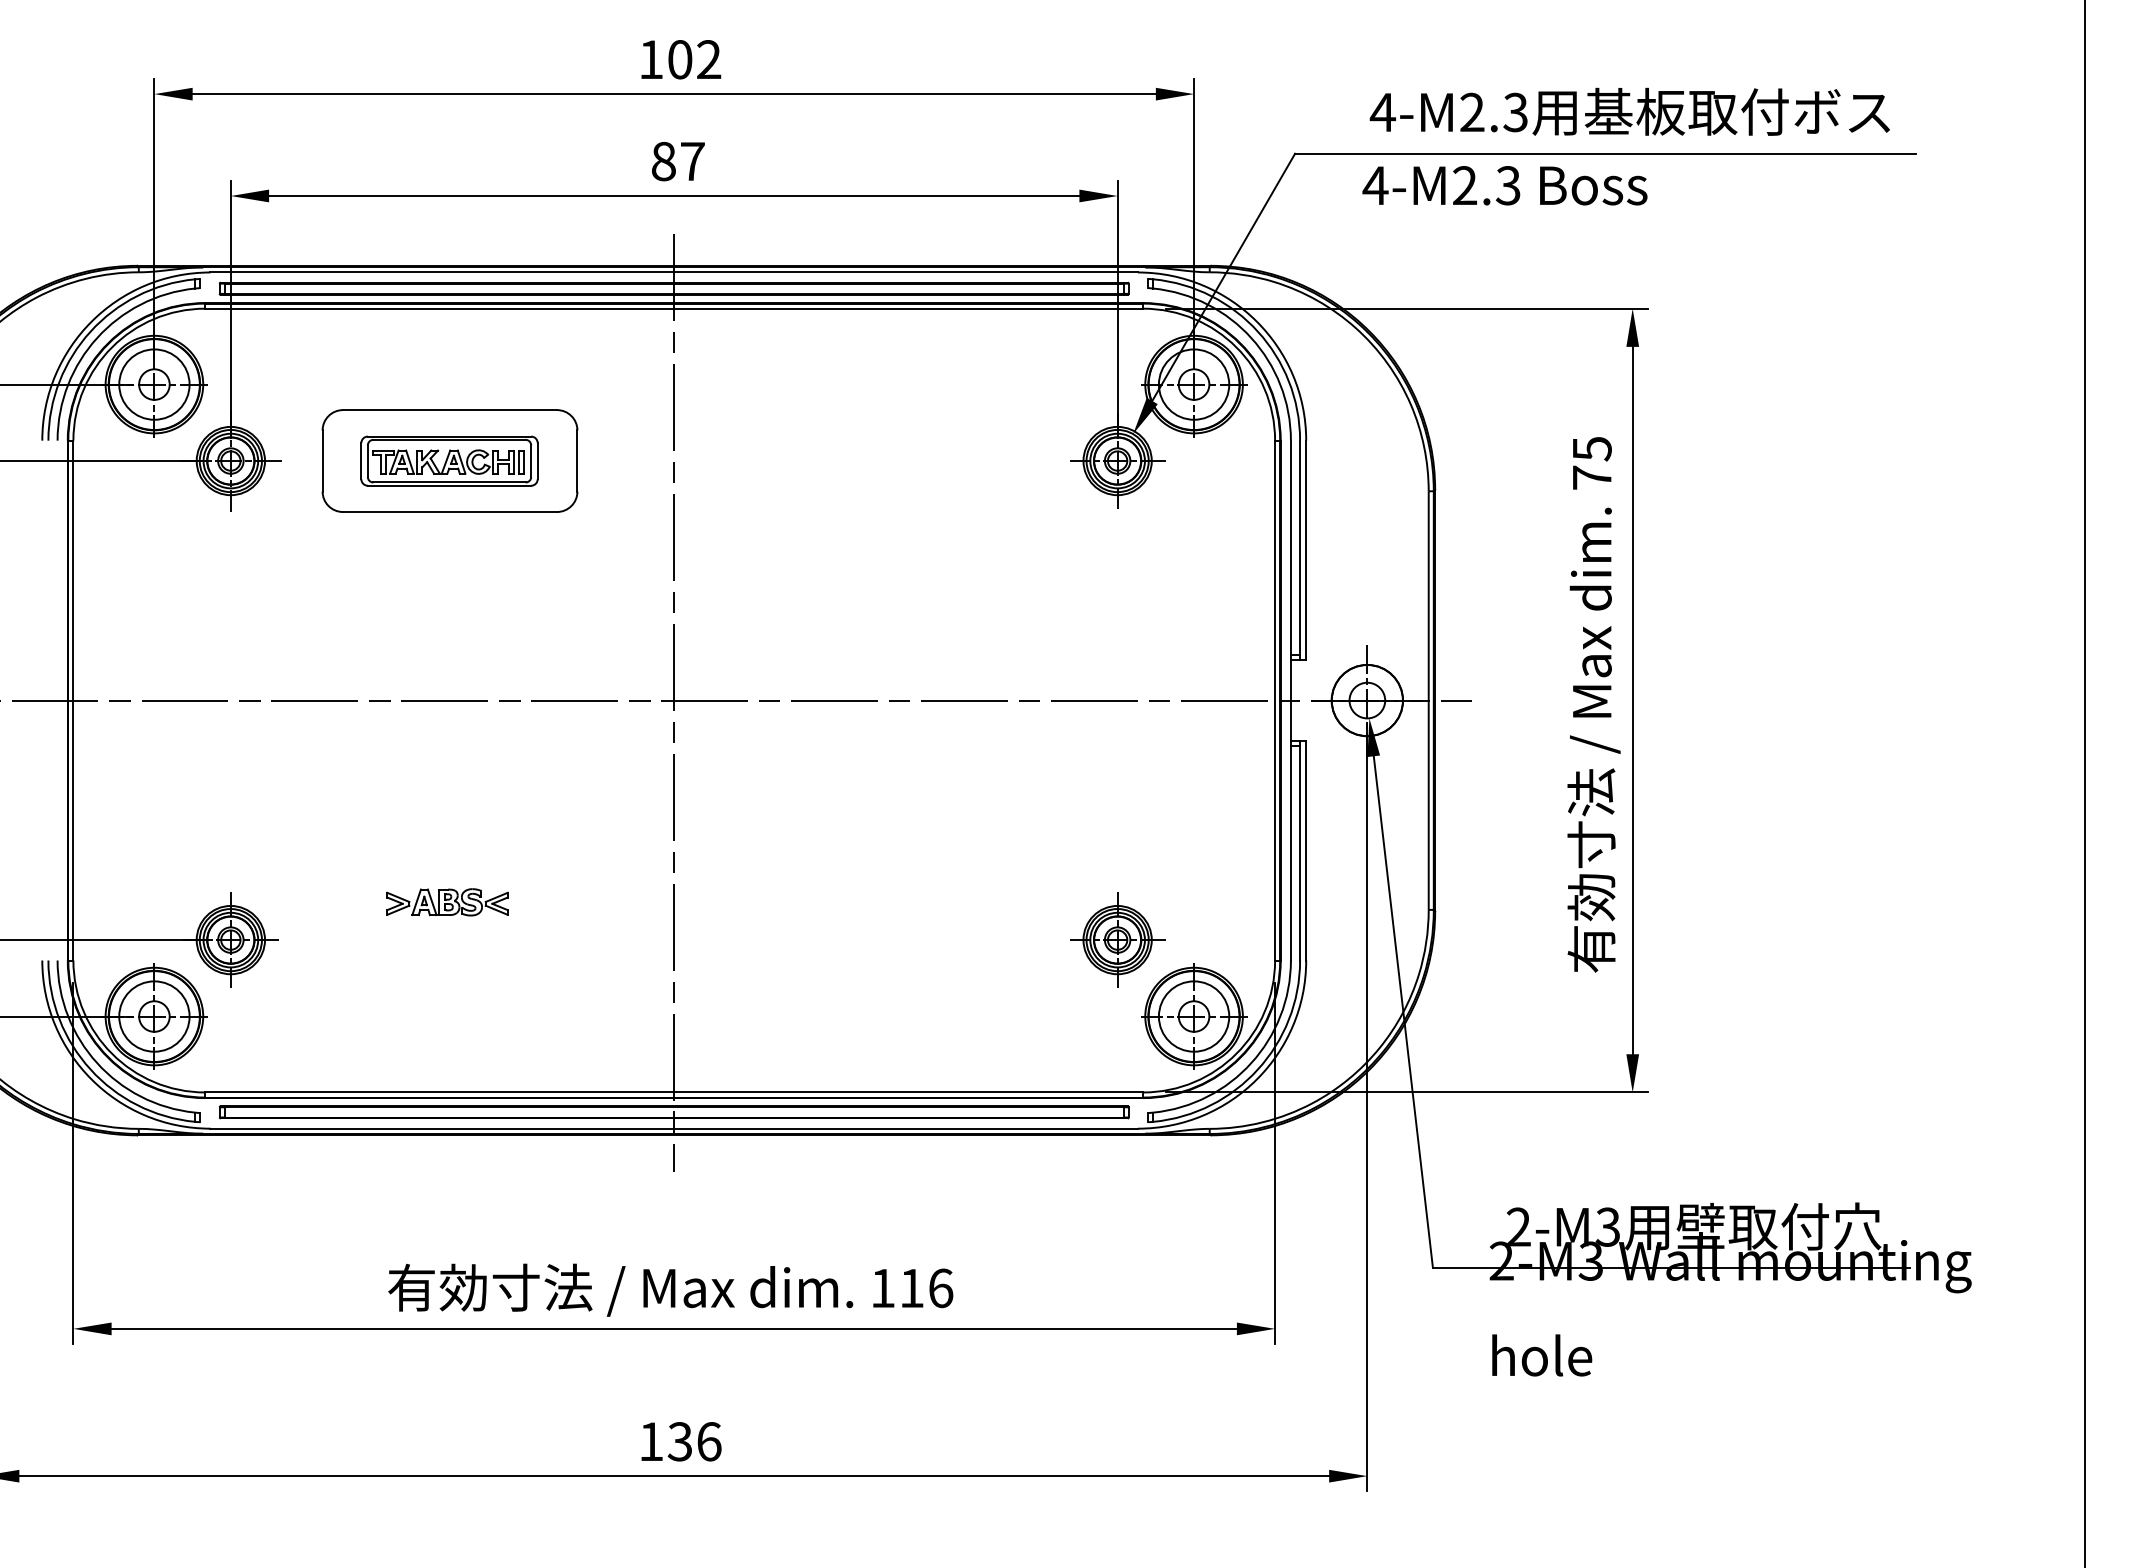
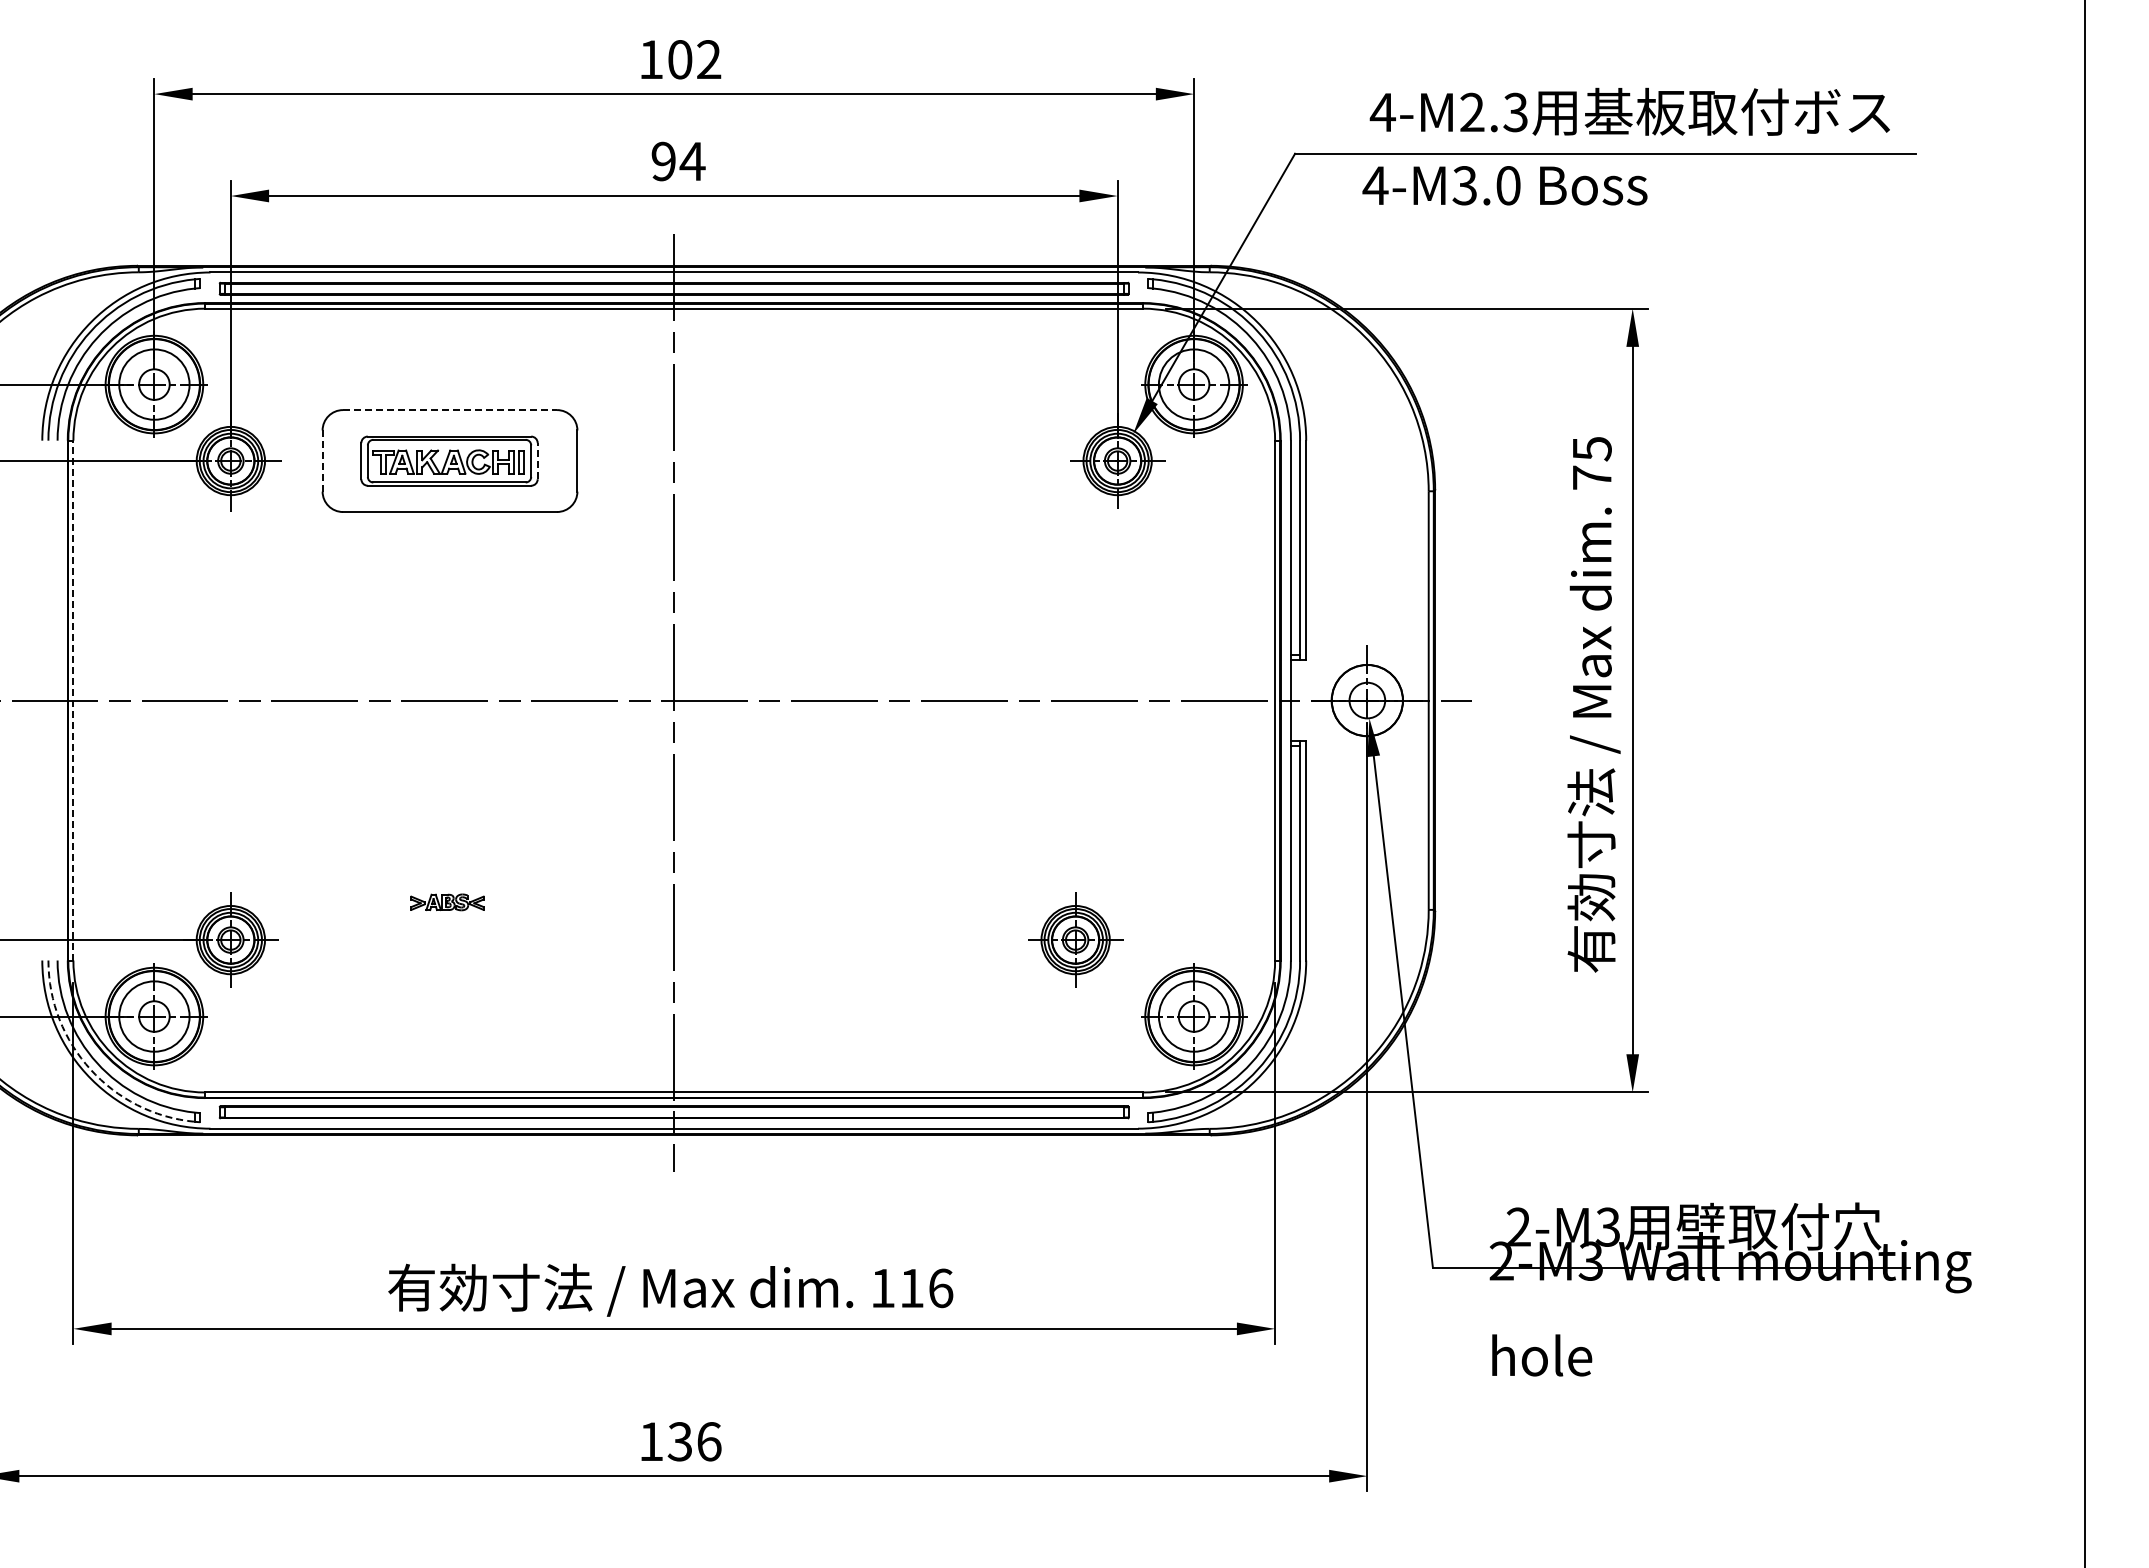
text at (678, 161): 87 -> 94
text at (1486, 185): 4-M2.3 -> 4-M3.0
line at (450, 410): solid -> dashed
line at (537, 460): solid -> dashed
line at (322, 461): solid -> dashed
line at (73, 700): solid -> dashed
part at (447, 902) size: 123x29 px -> 75x19 px
part at (1117, 939) position: (1117, 939) -> (1075, 939)
arc at (90, 1069): solid -> dashed
